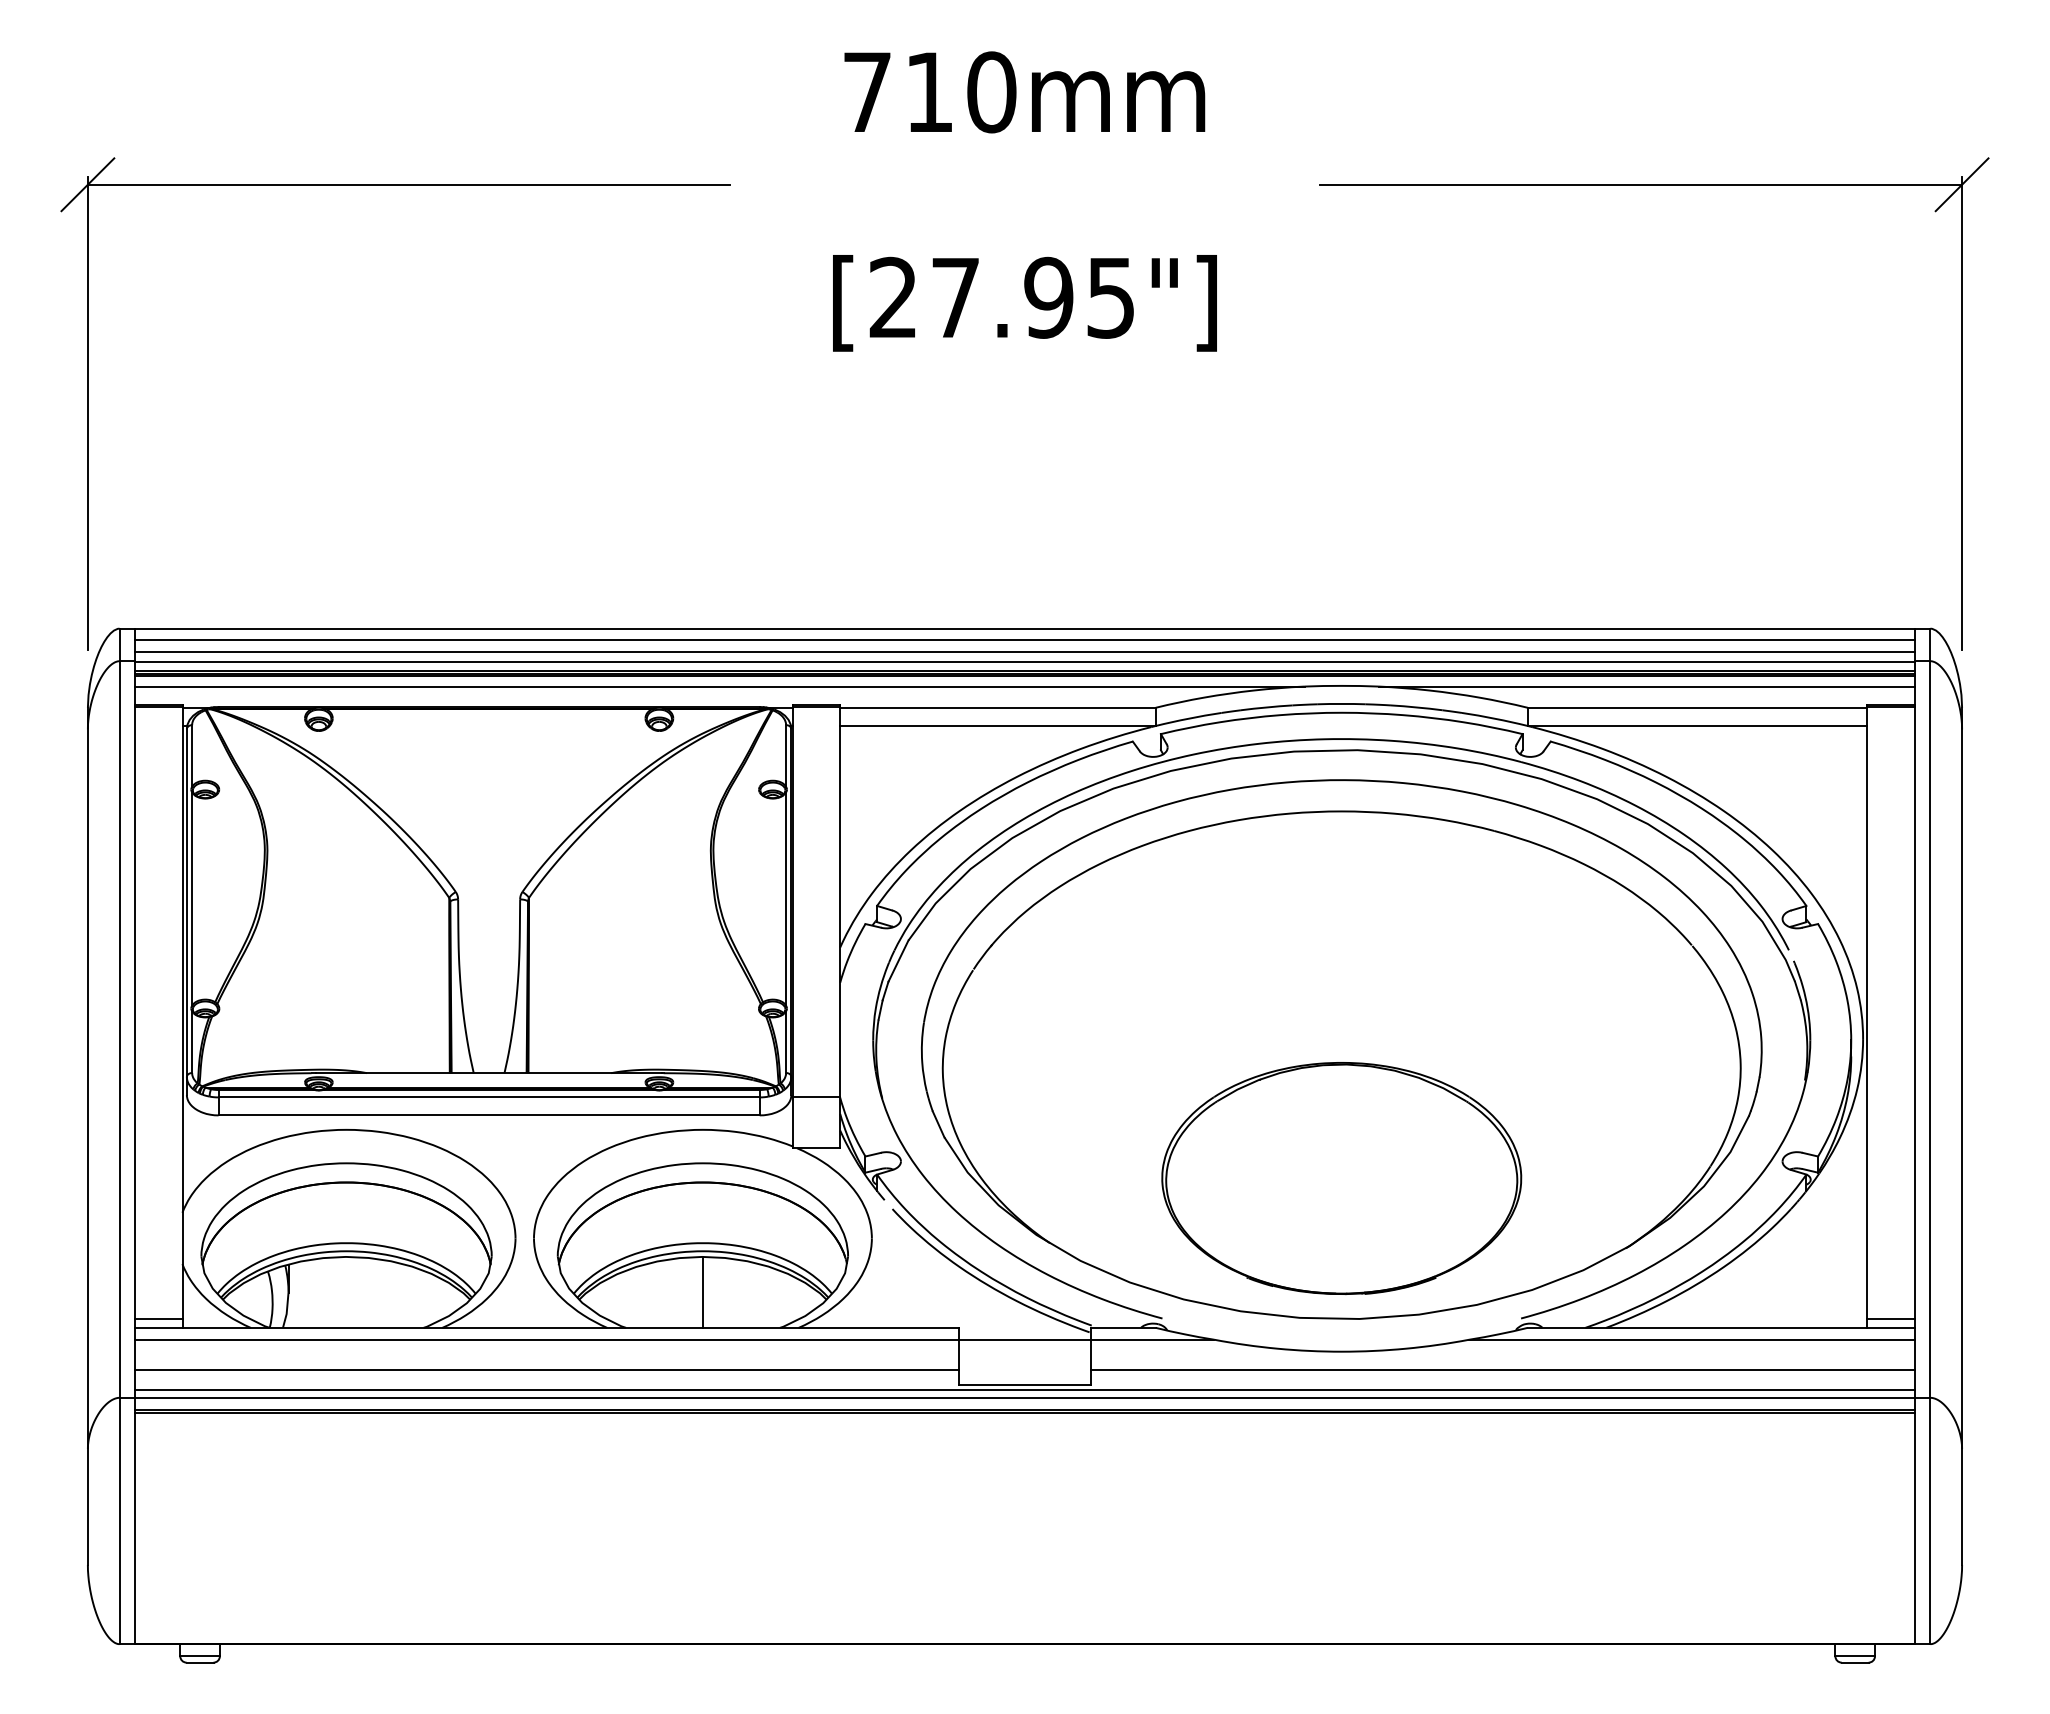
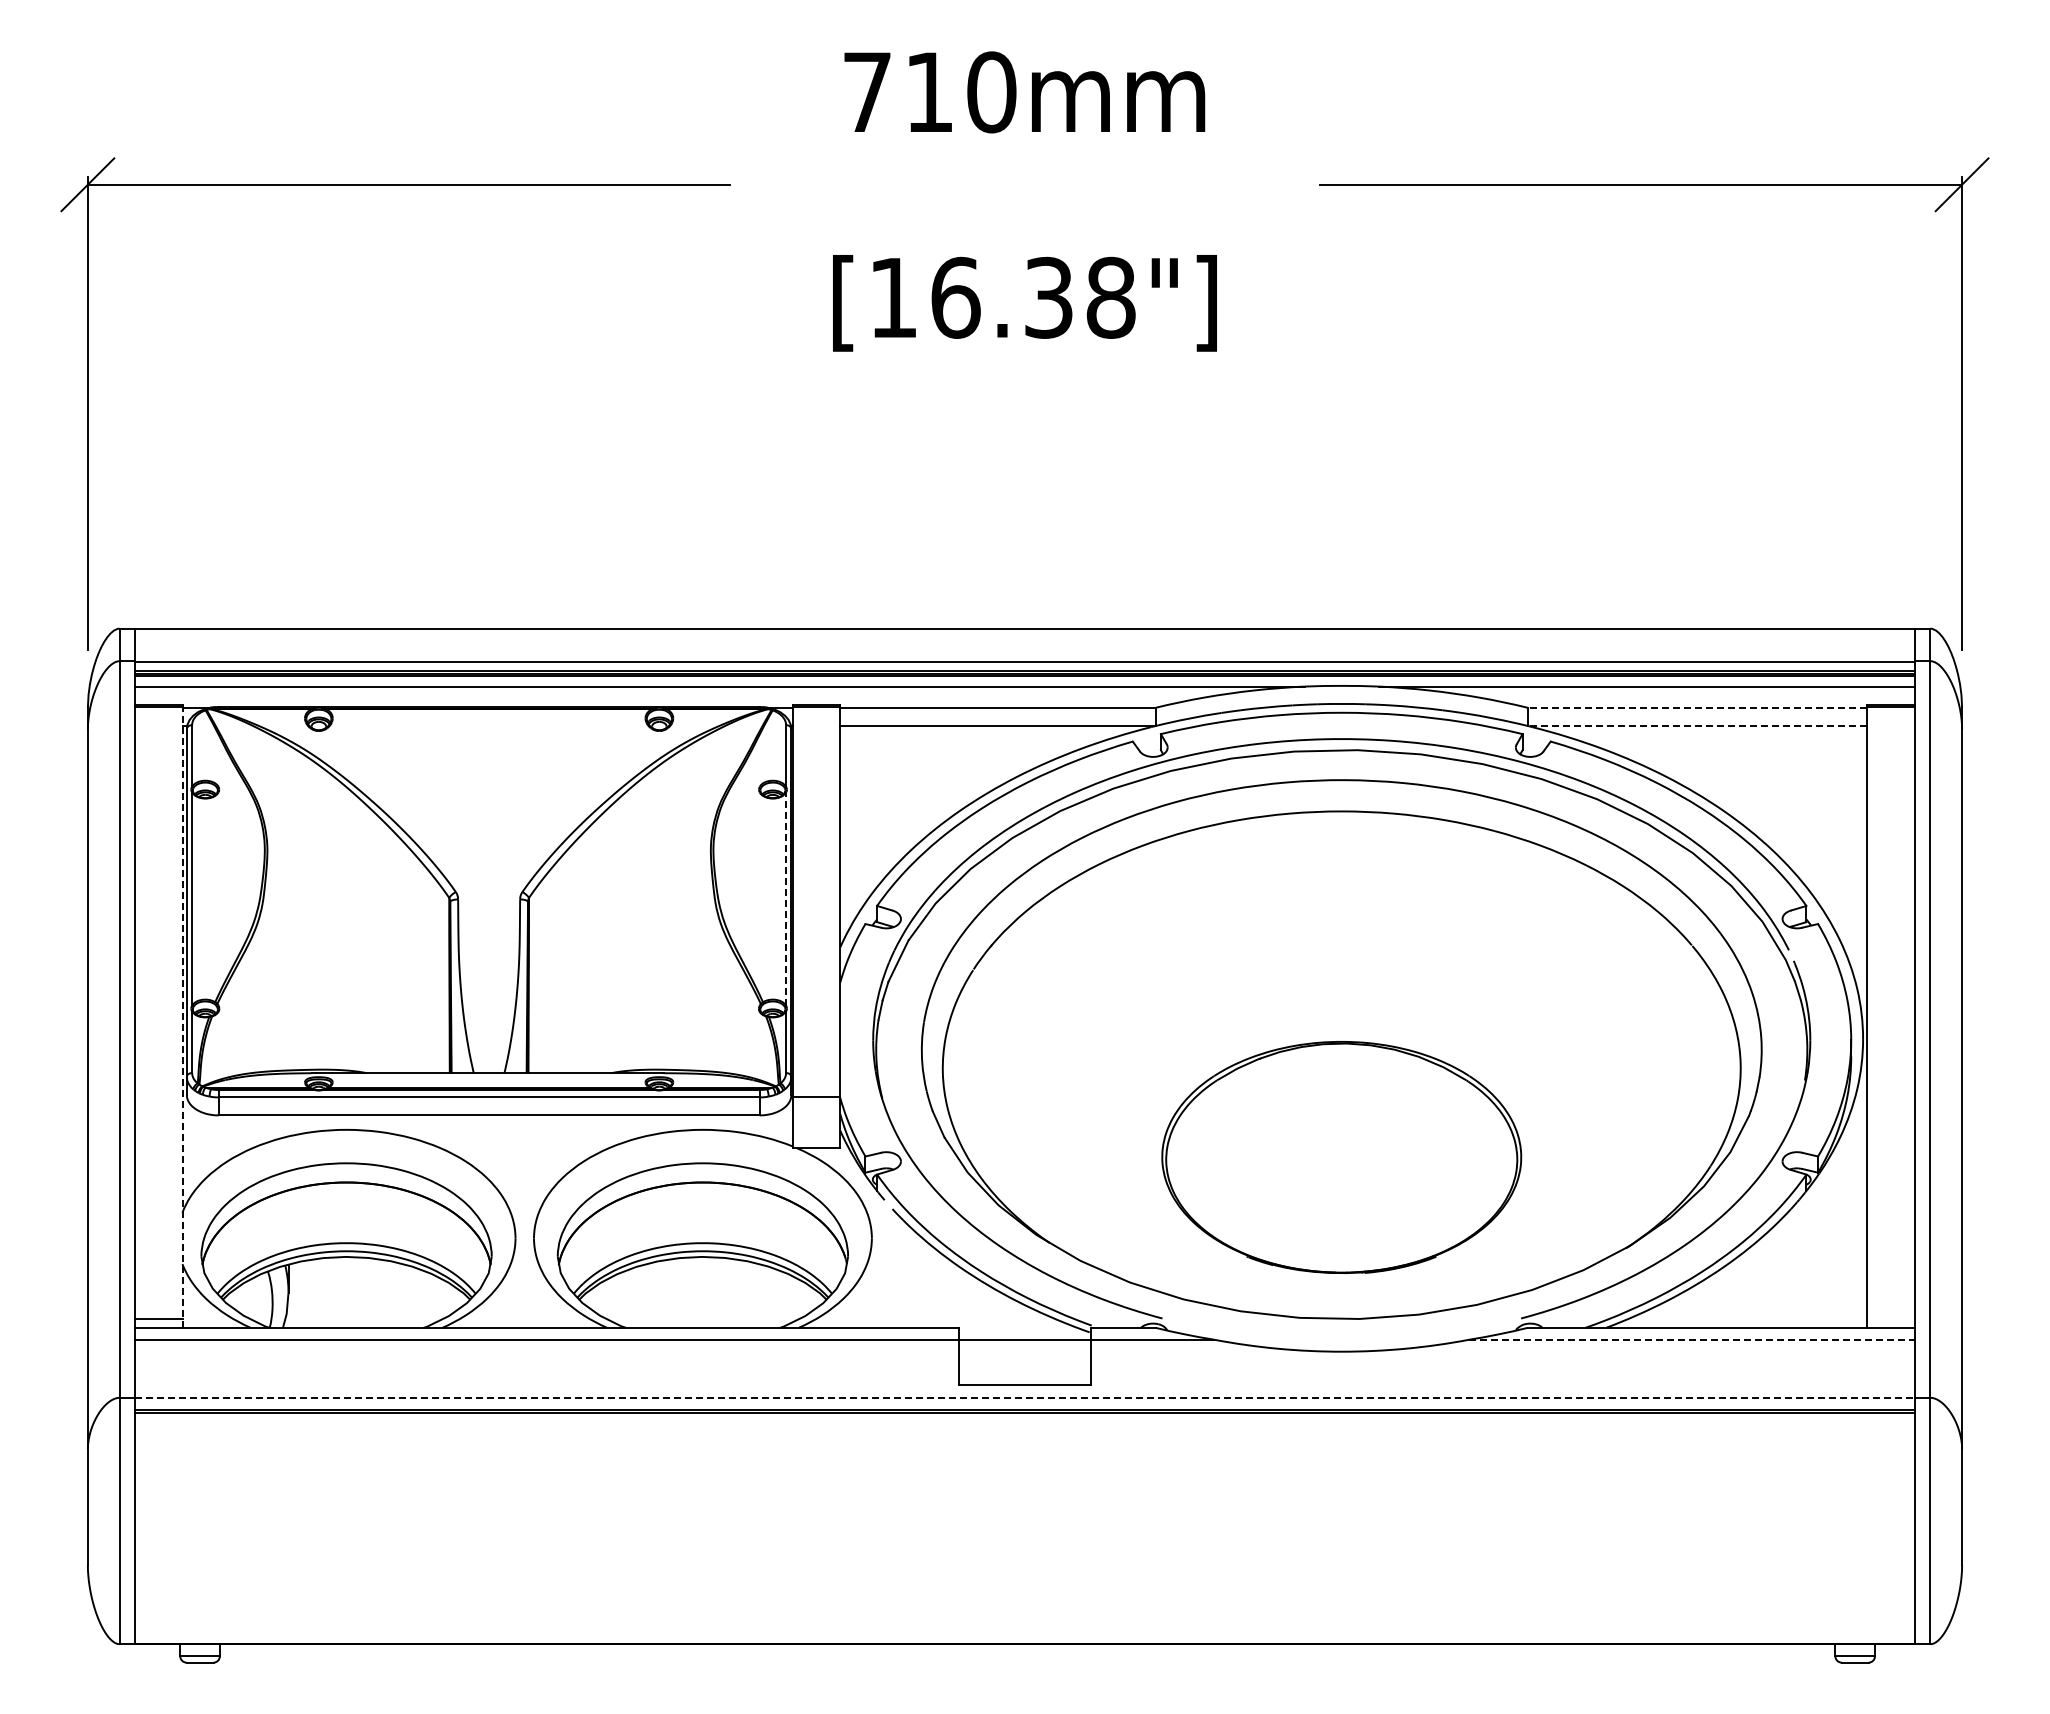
text at (1002, 297): [27.95"] -> [16.38"]
line at (1024, 639): present -> none
line at (1024, 652): present -> none
line at (1697, 707): solid -> dashed
line at (1697, 725): solid -> dashed
line at (786, 899): solid -> dashed
line at (182, 1017): solid -> dashed
part at (1341, 1178) position: (1341, 1178) -> (1341, 1157)
line at (702, 1291): present -> none
line at (1890, 1318): present -> none
line at (1691, 1339): solid -> dashed
line at (547, 1369): present -> none
line at (1502, 1369): present -> none
line at (1024, 1390): present -> none
line at (1024, 1397): solid -> dashed
